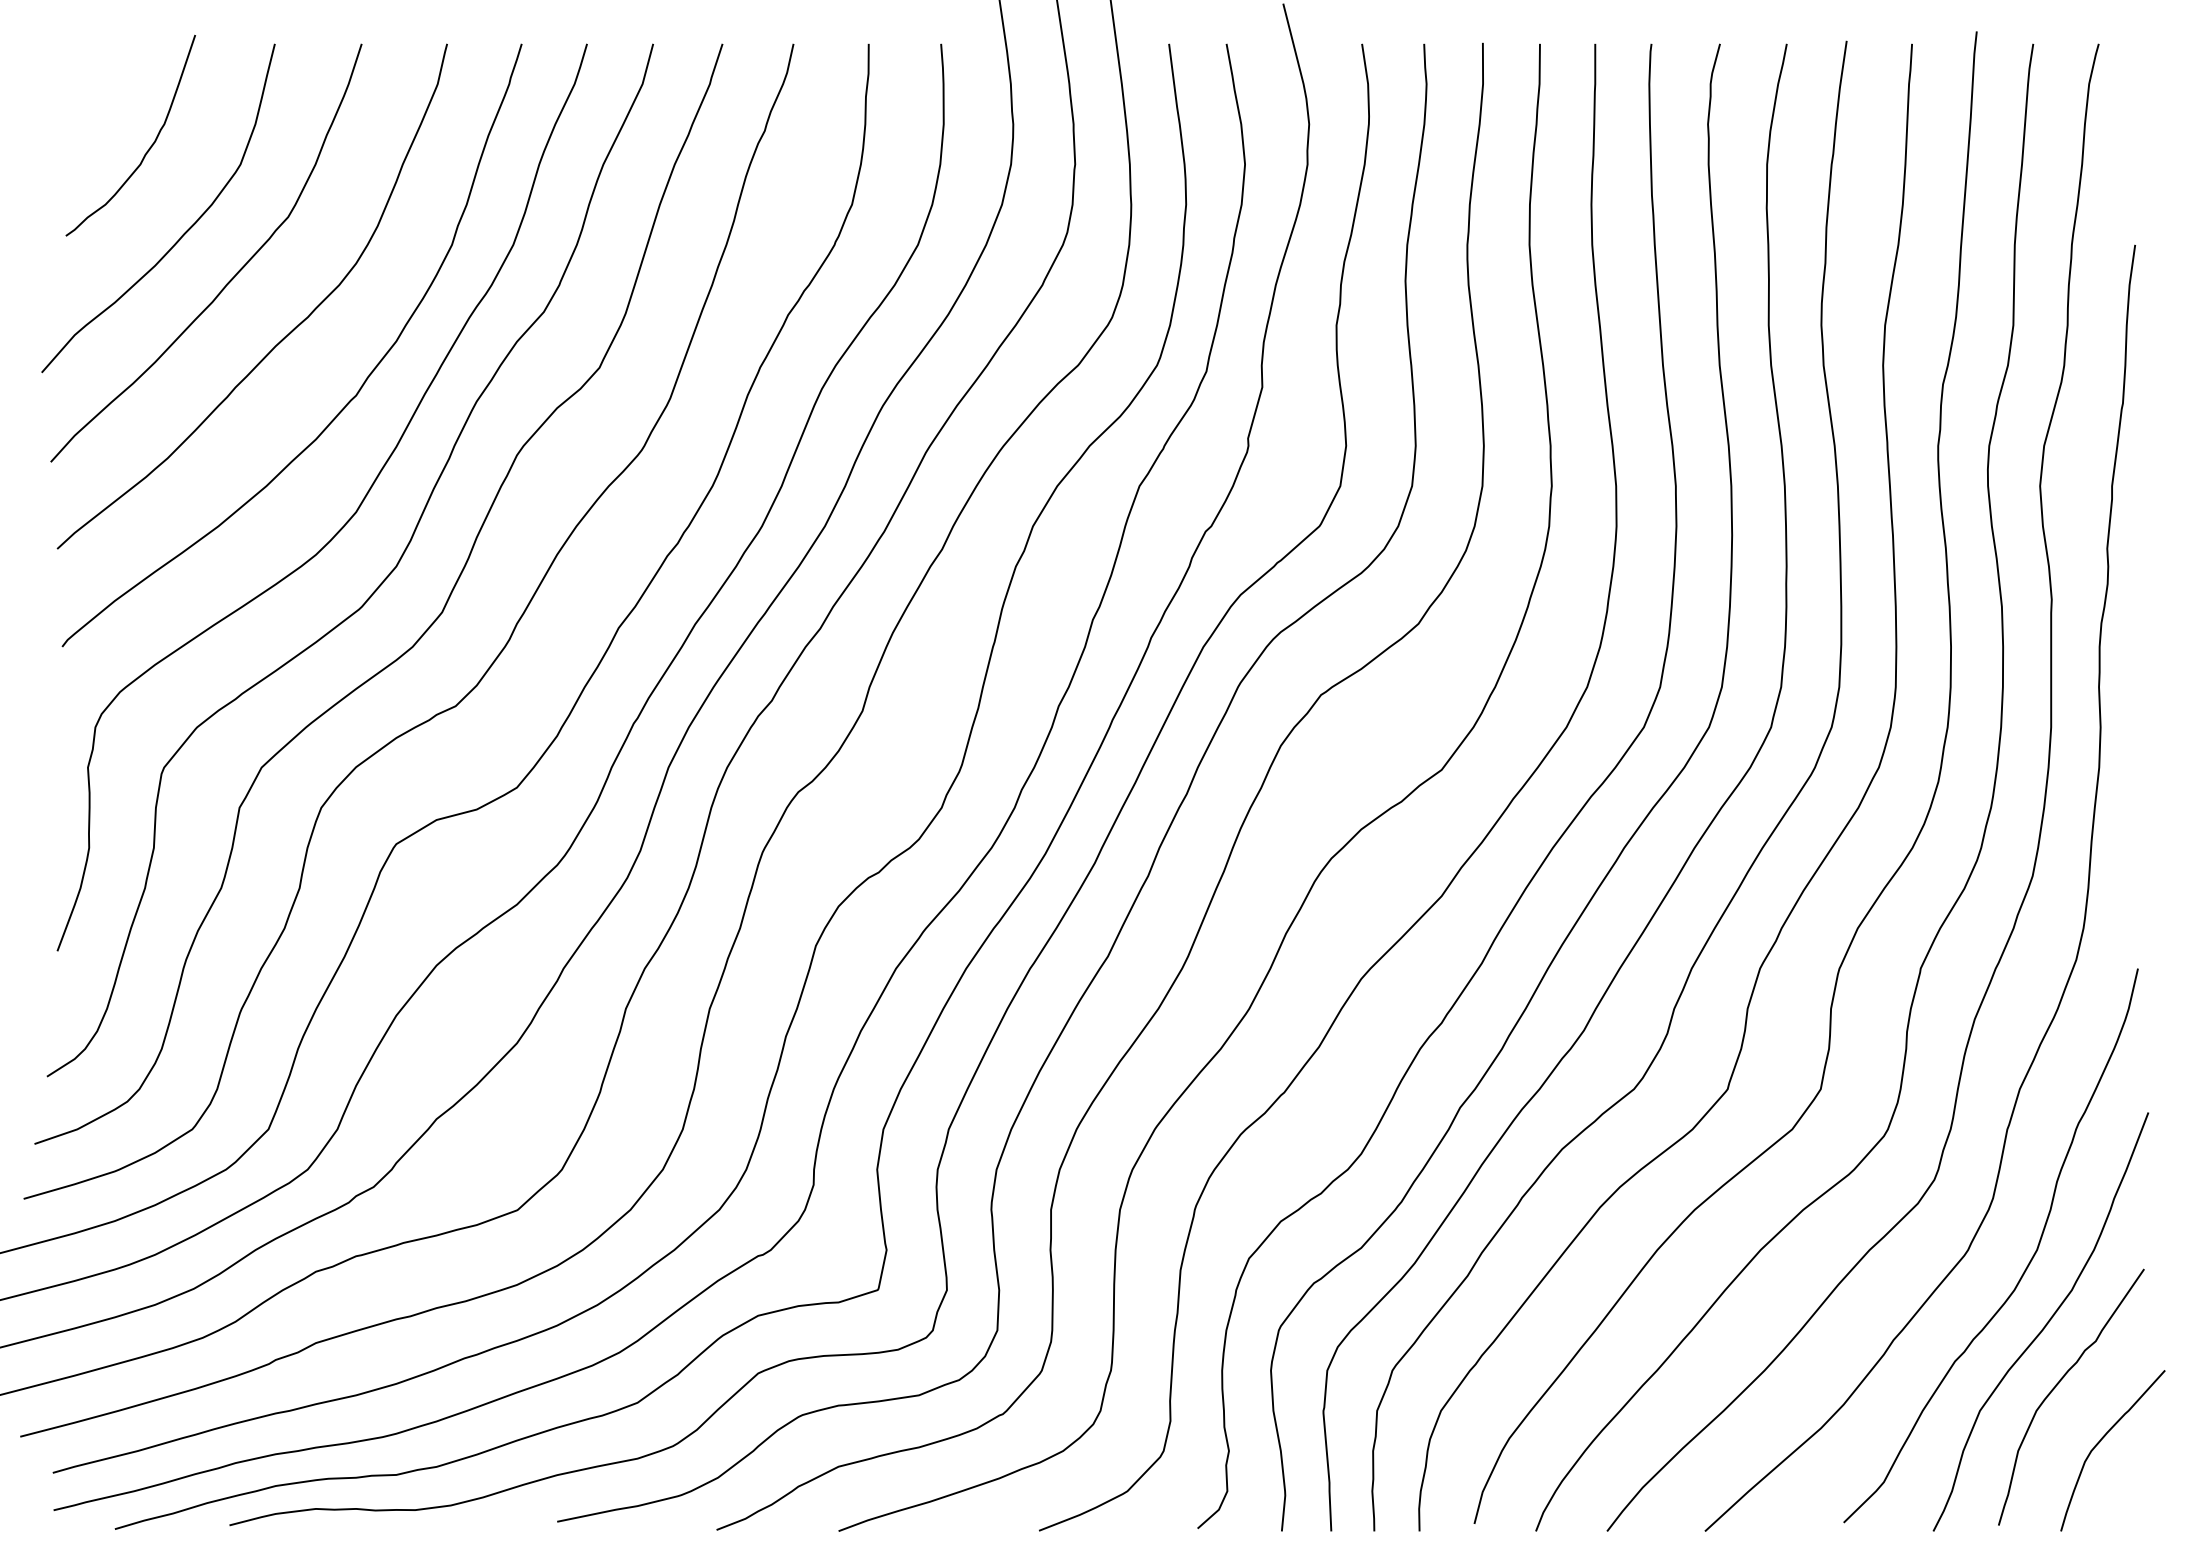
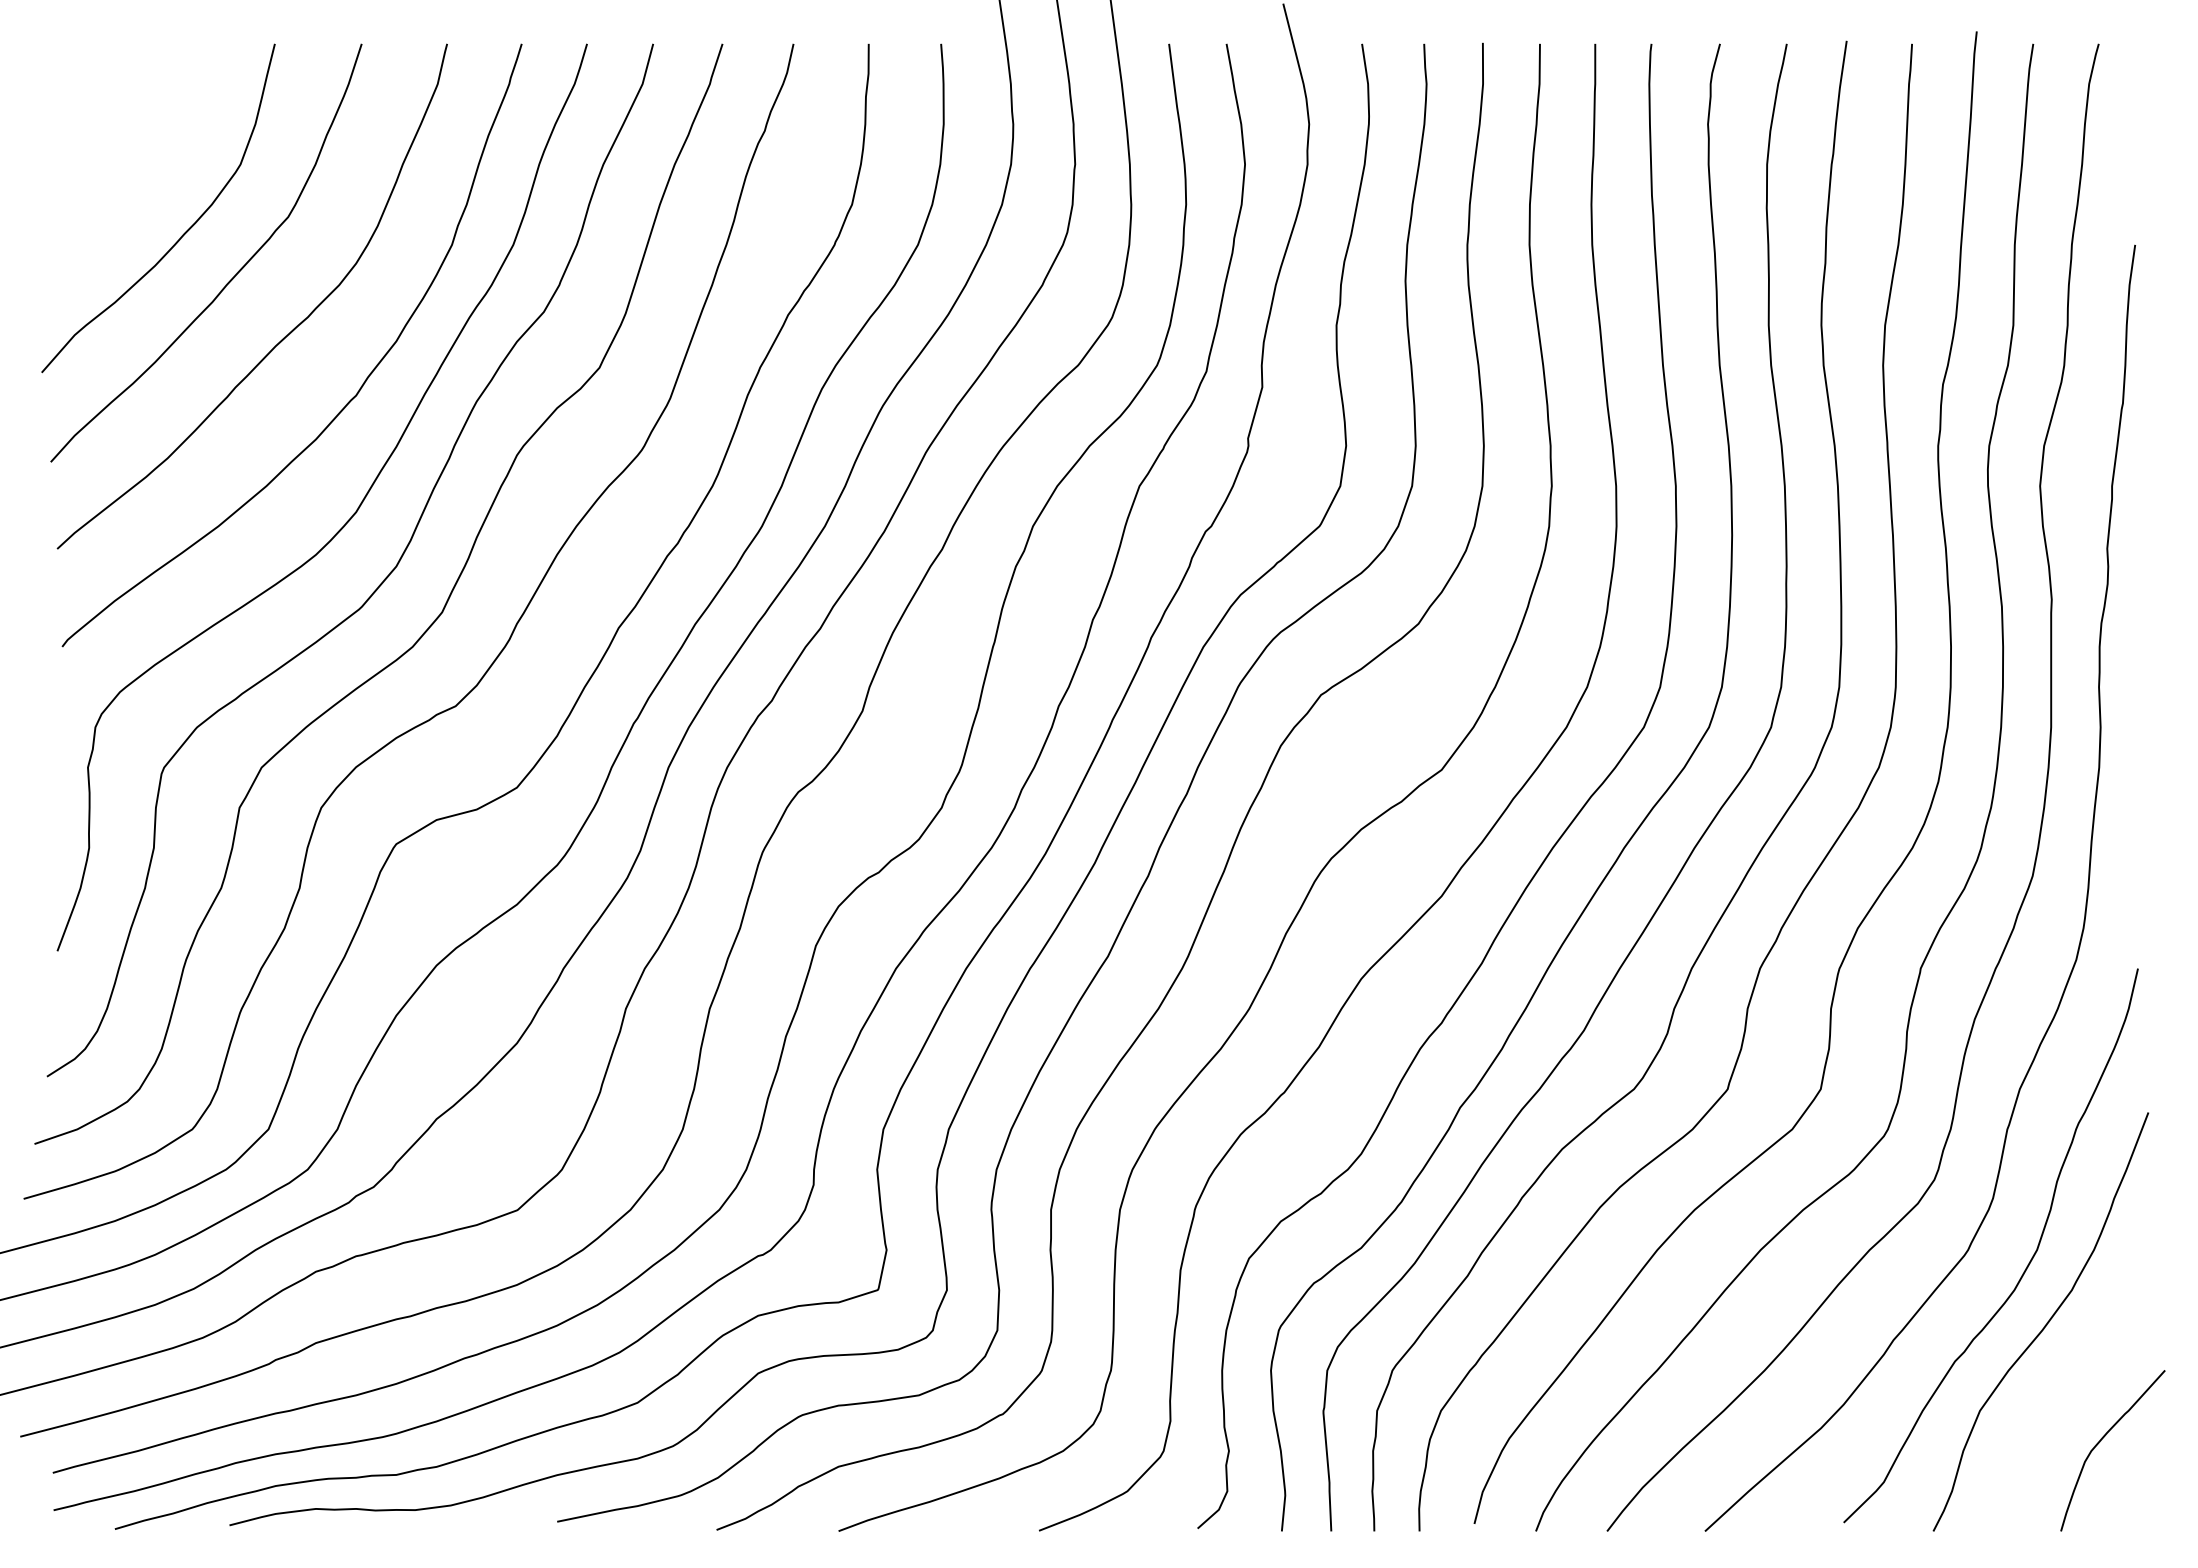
curve at (148, 148): present -> none
curve at (2059, 1383): present -> none
